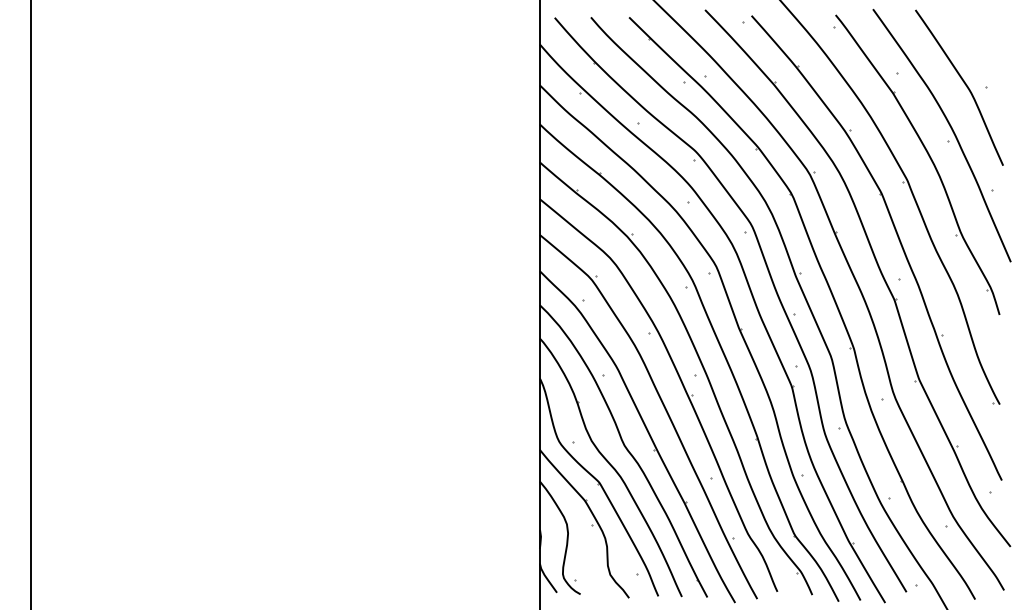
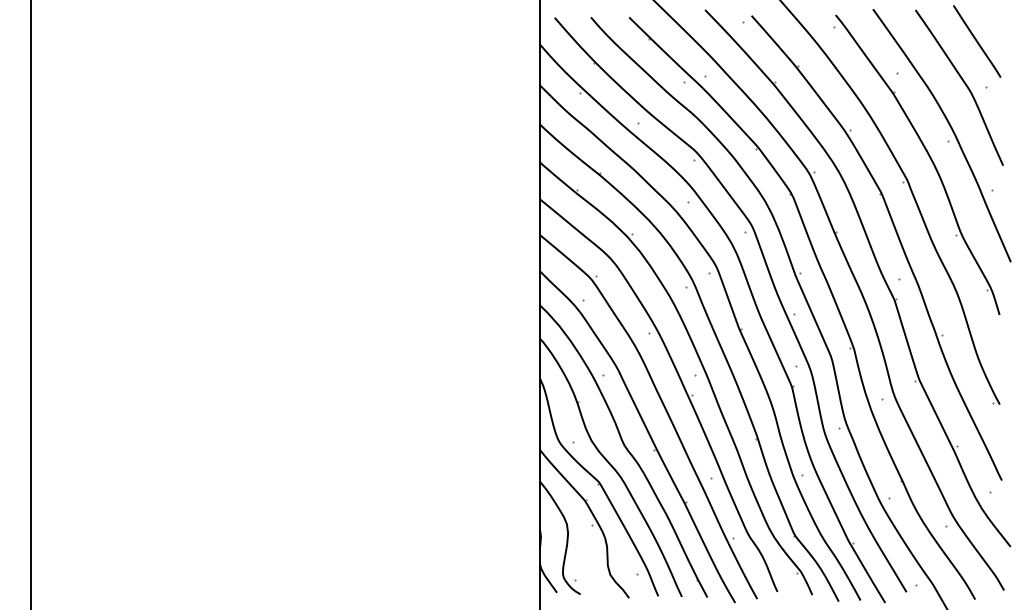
line at (977, 41): none -> present
